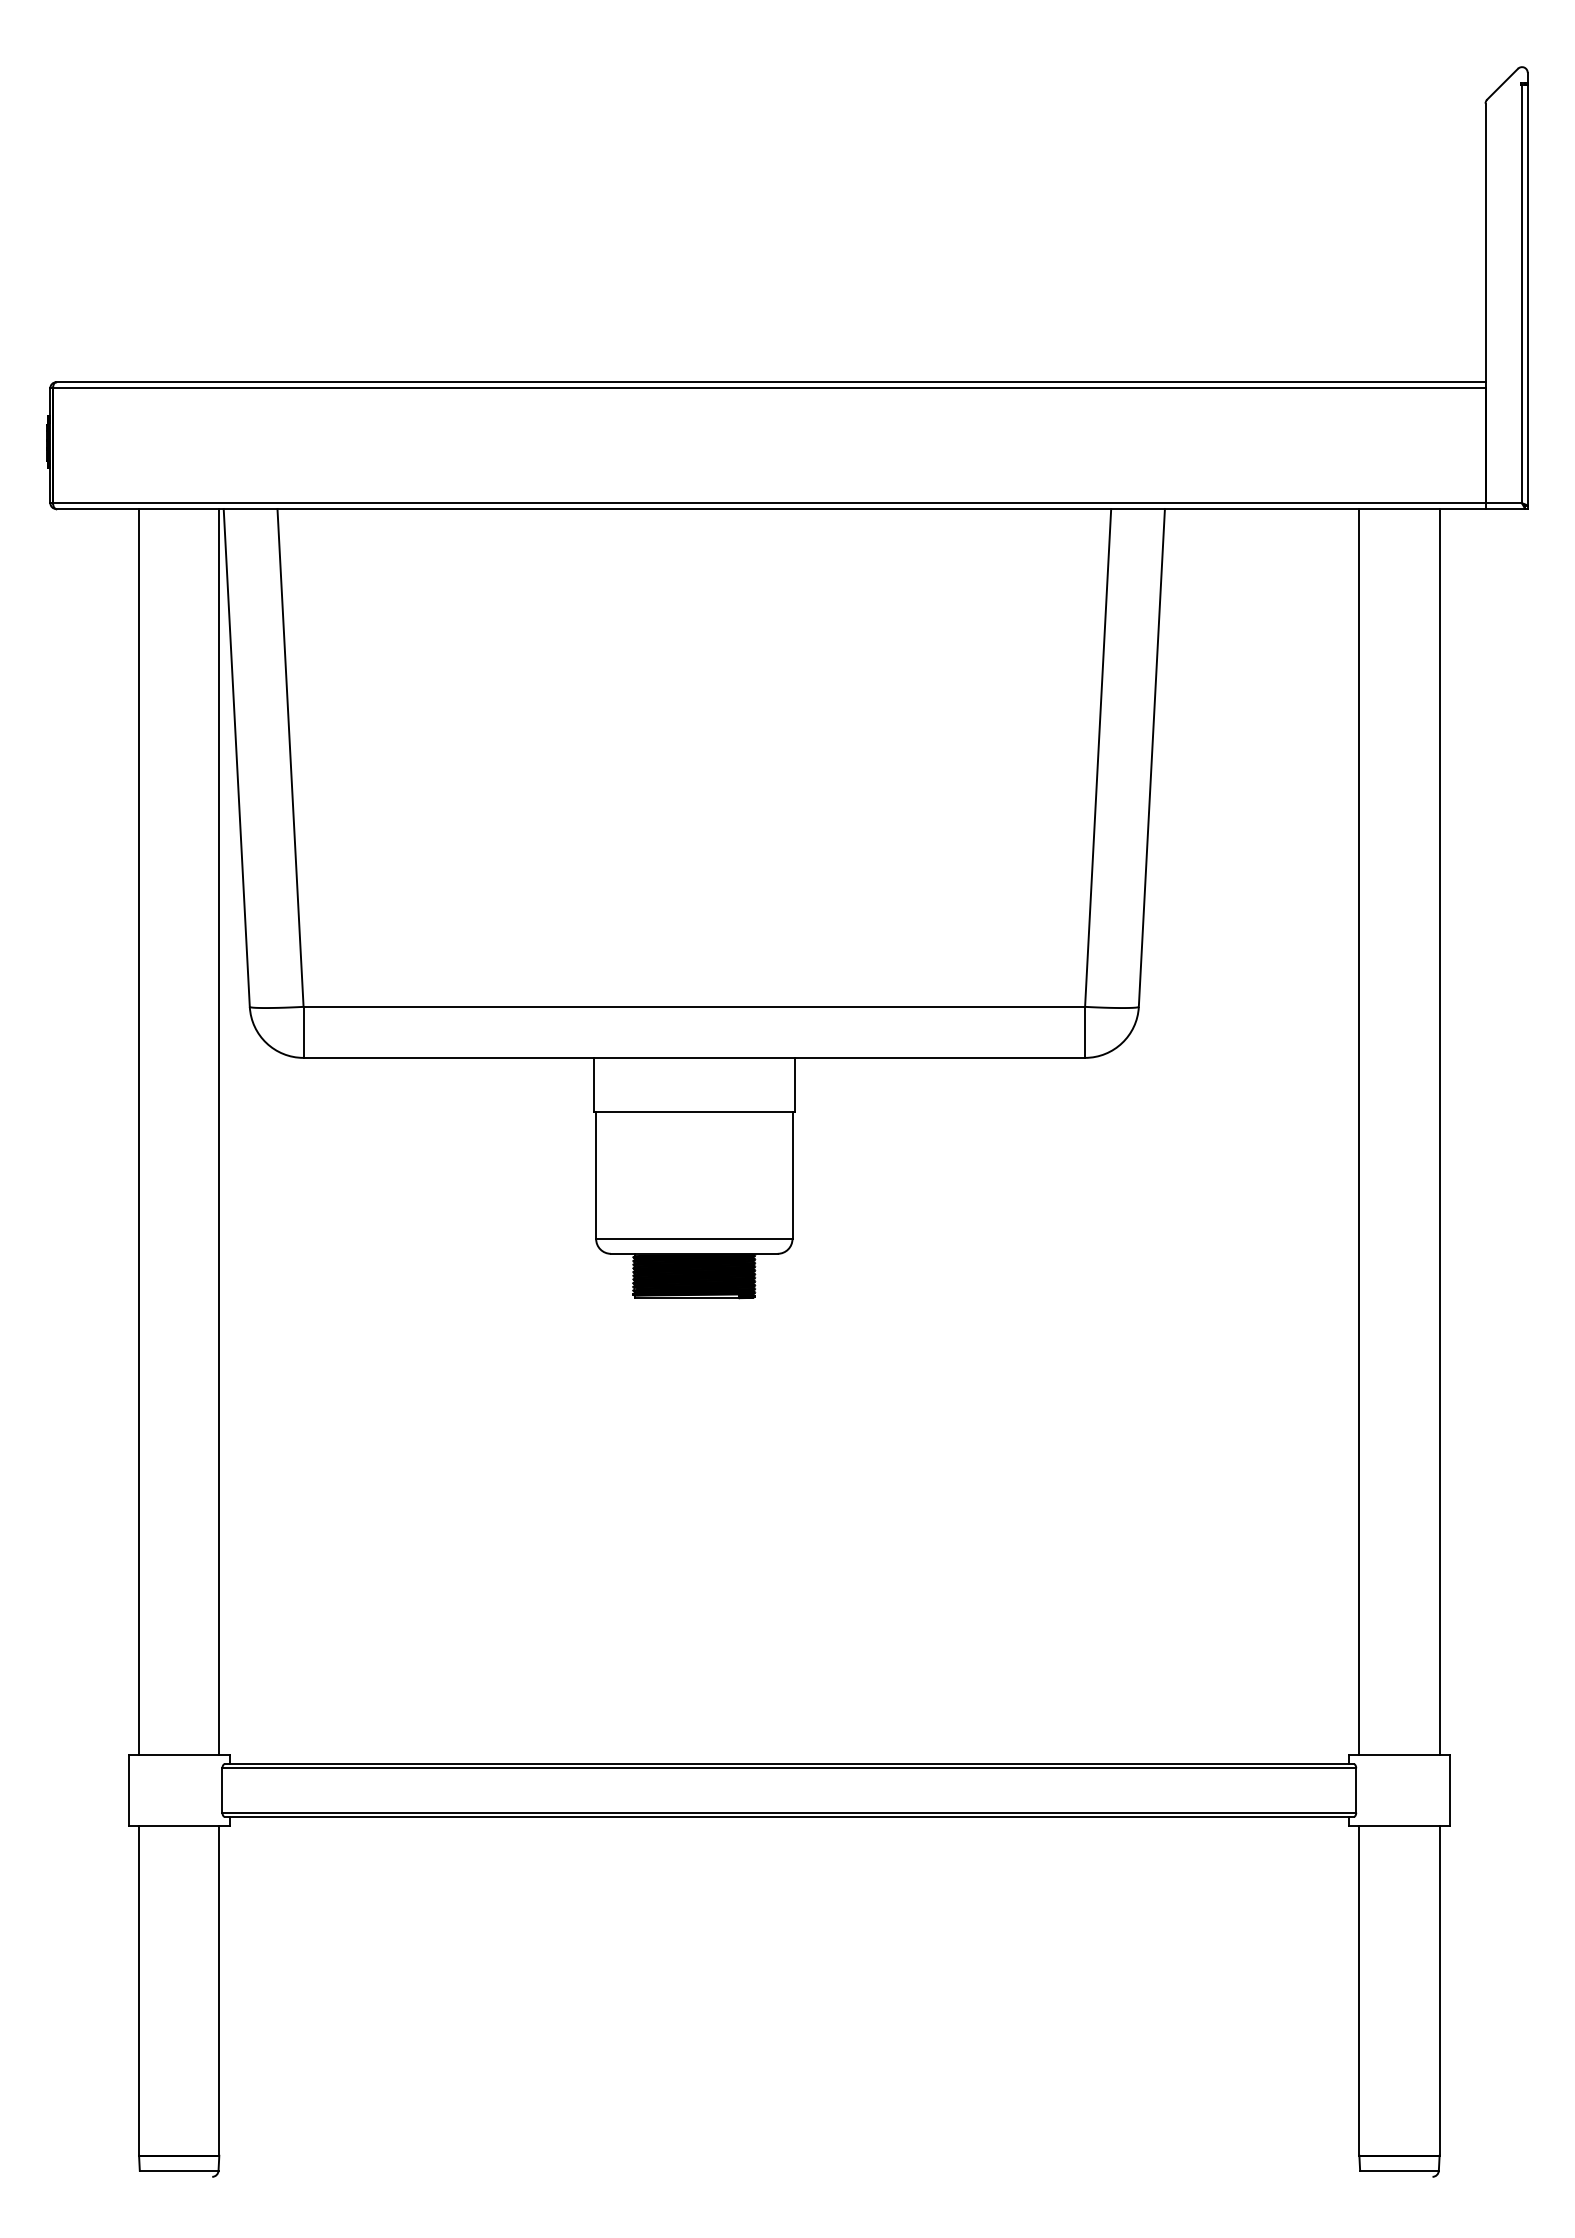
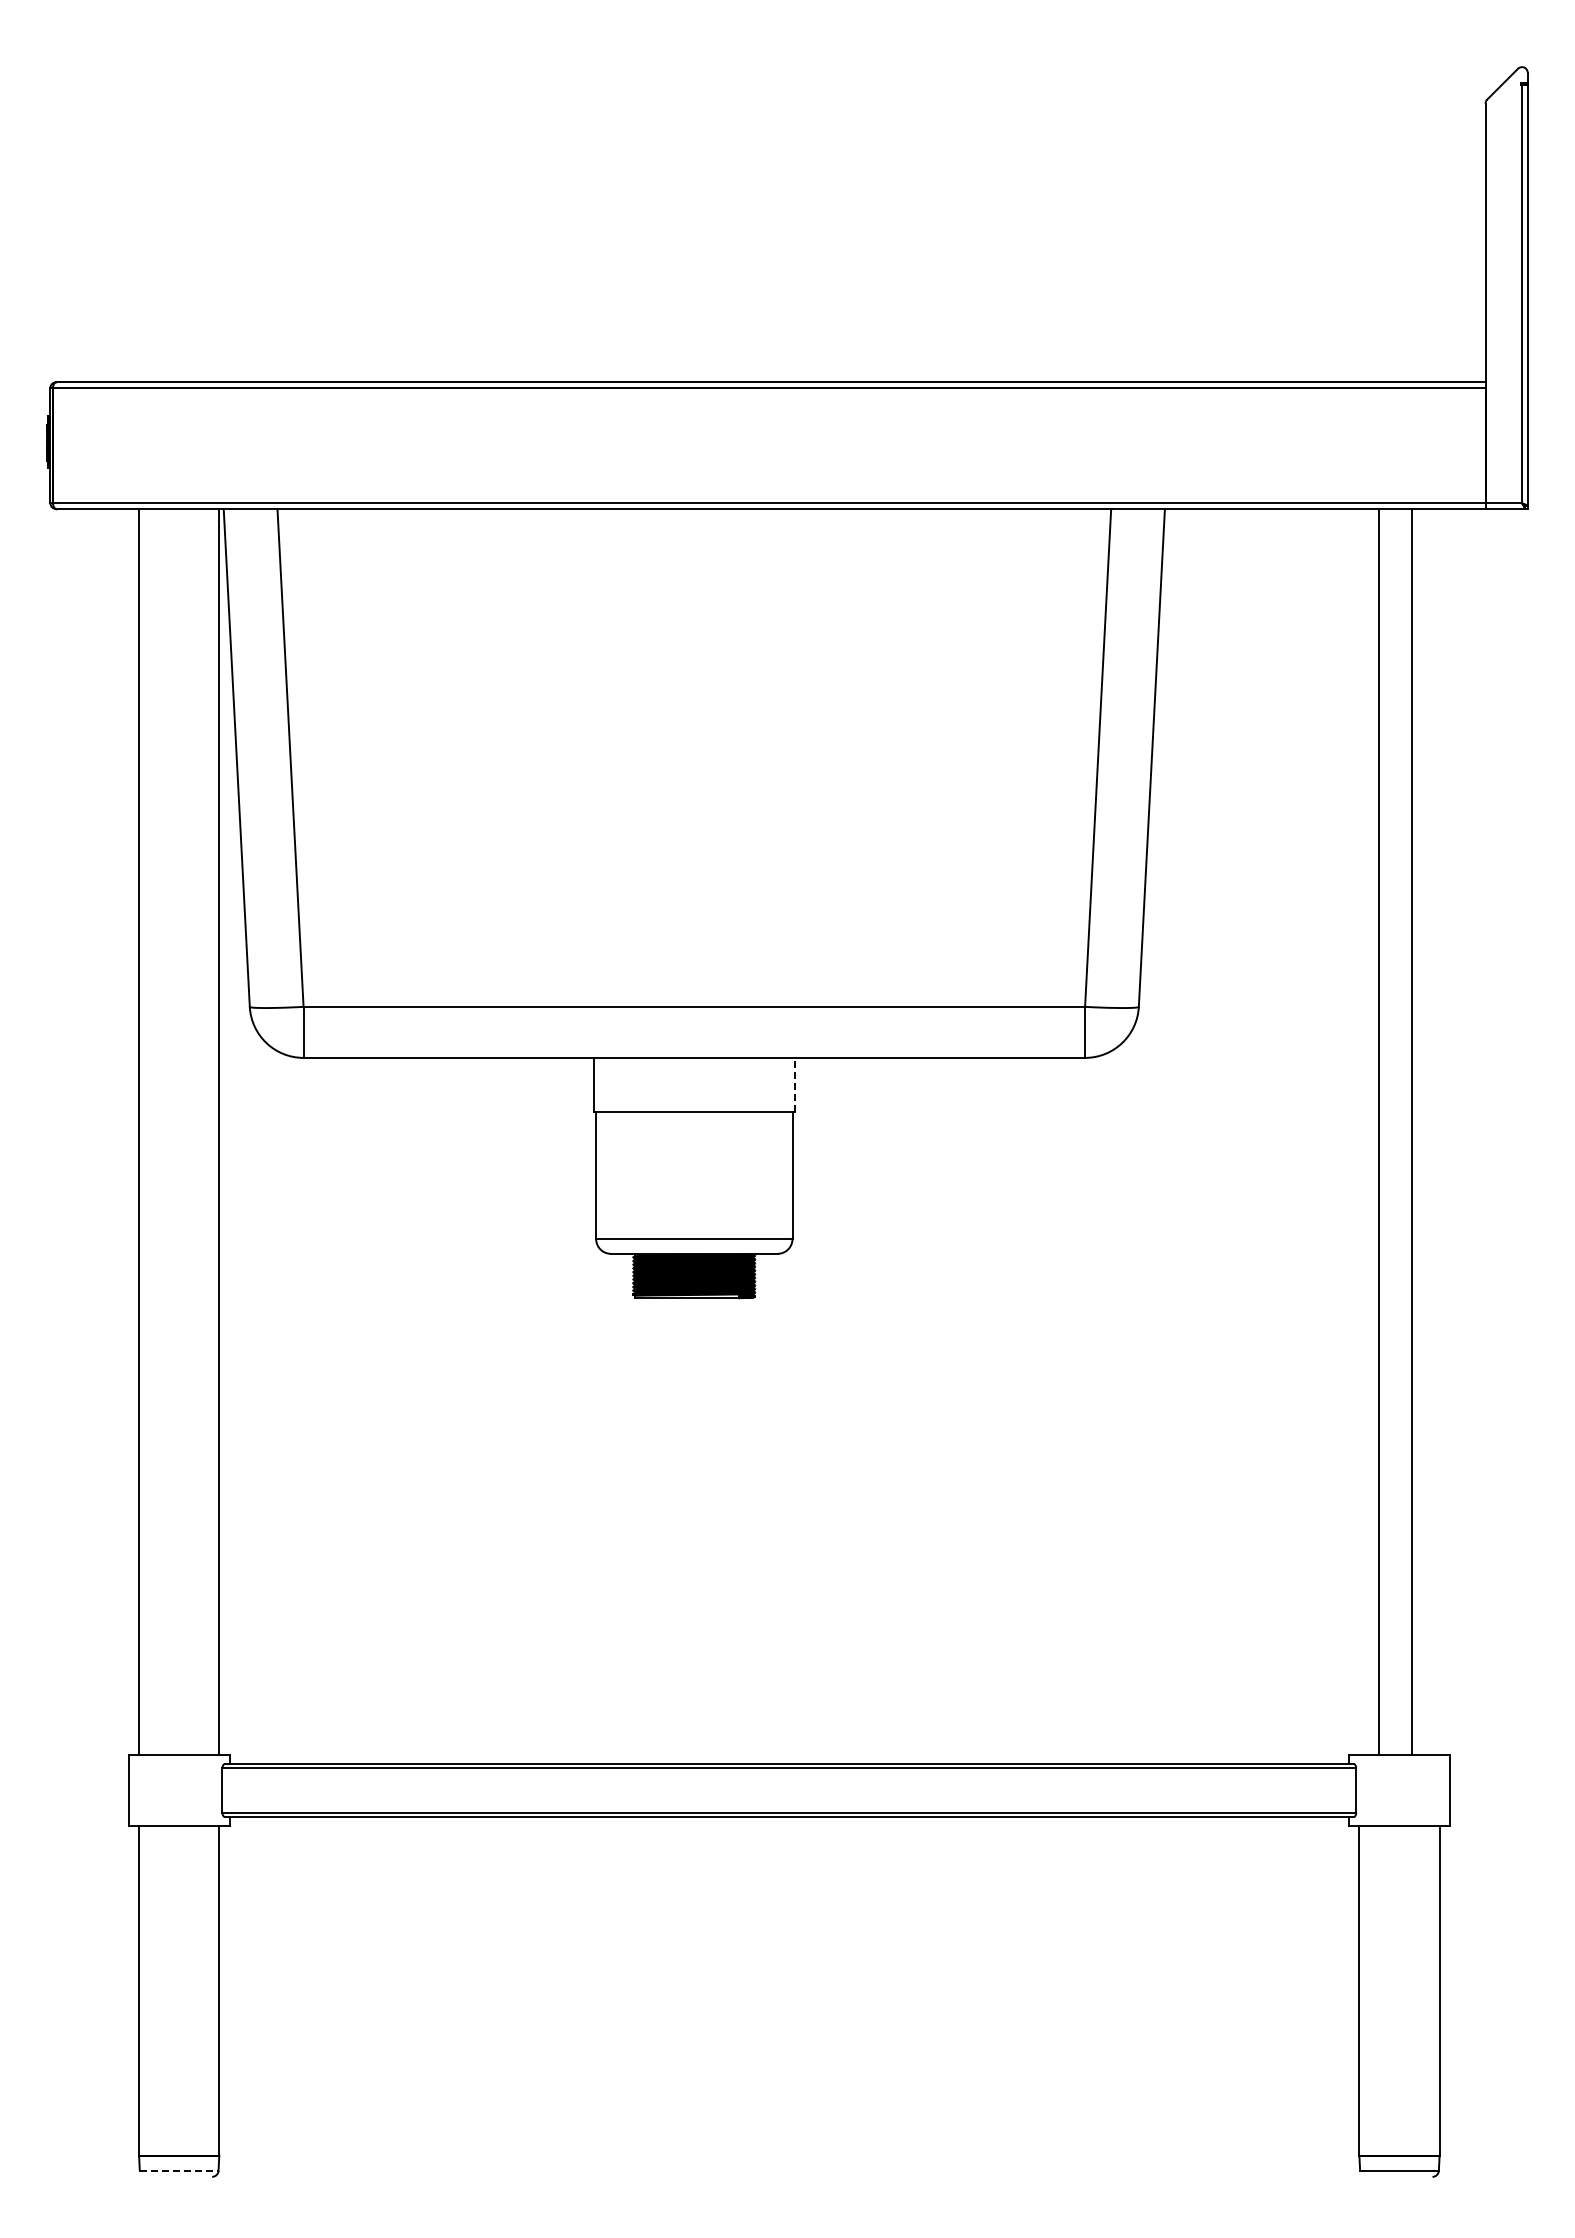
line at (794, 1084): solid -> dashed
line at (1359, 1131) position: (1359, 1131) -> (1379, 1131)
line at (1439, 1131) position: (1439, 1131) -> (1411, 1131)
line at (179, 2170): solid -> dashed
